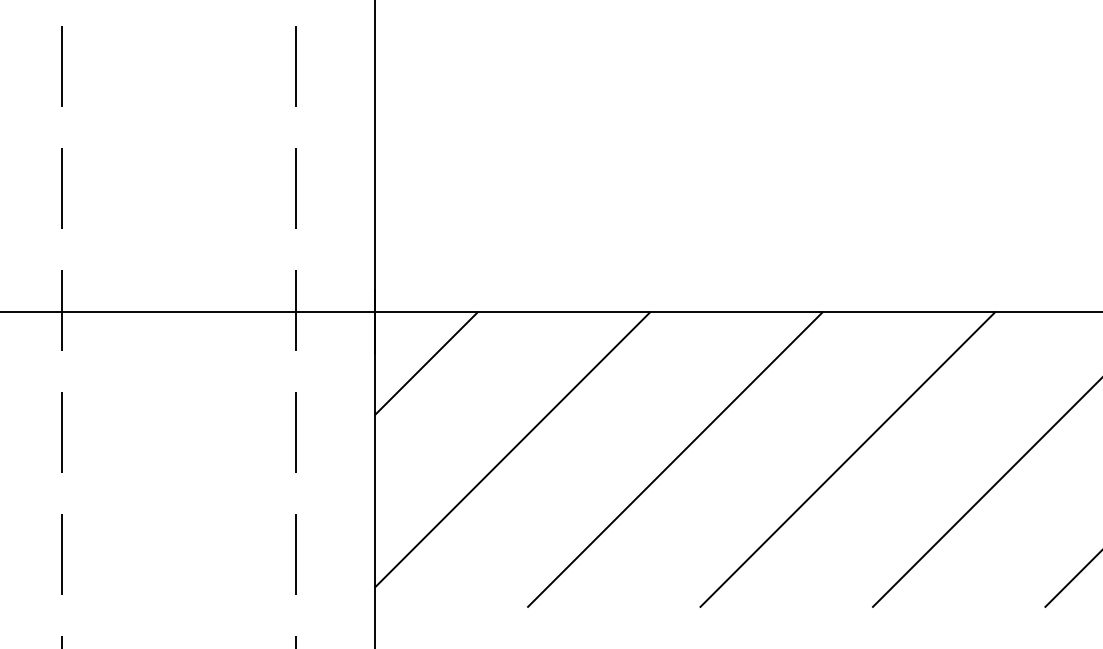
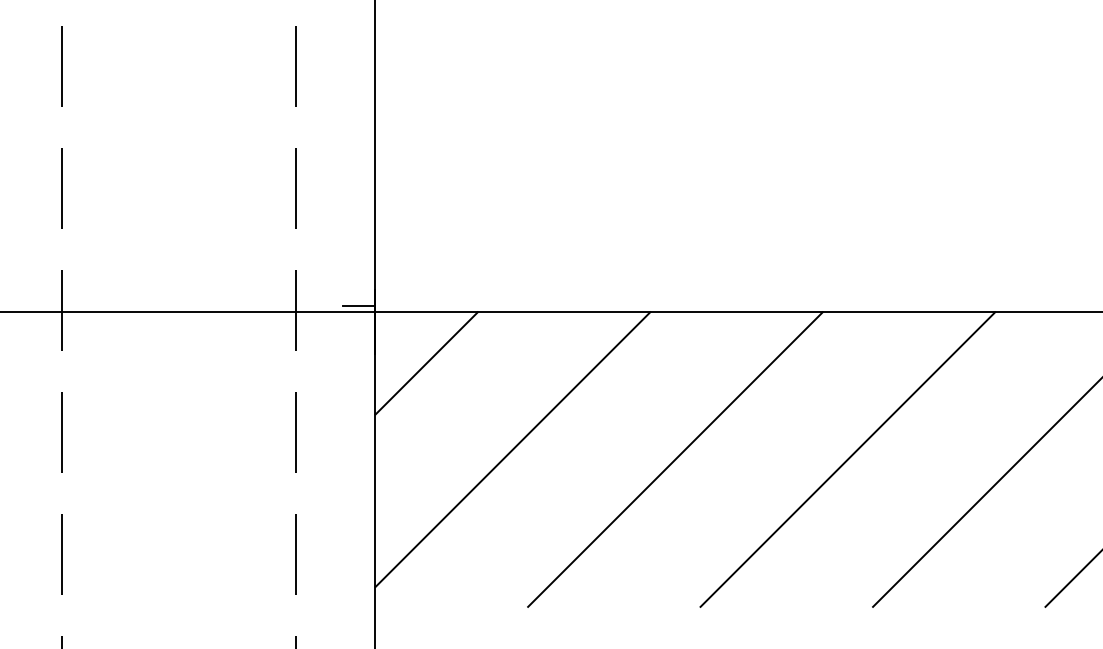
line at (358, 306): none -> present
